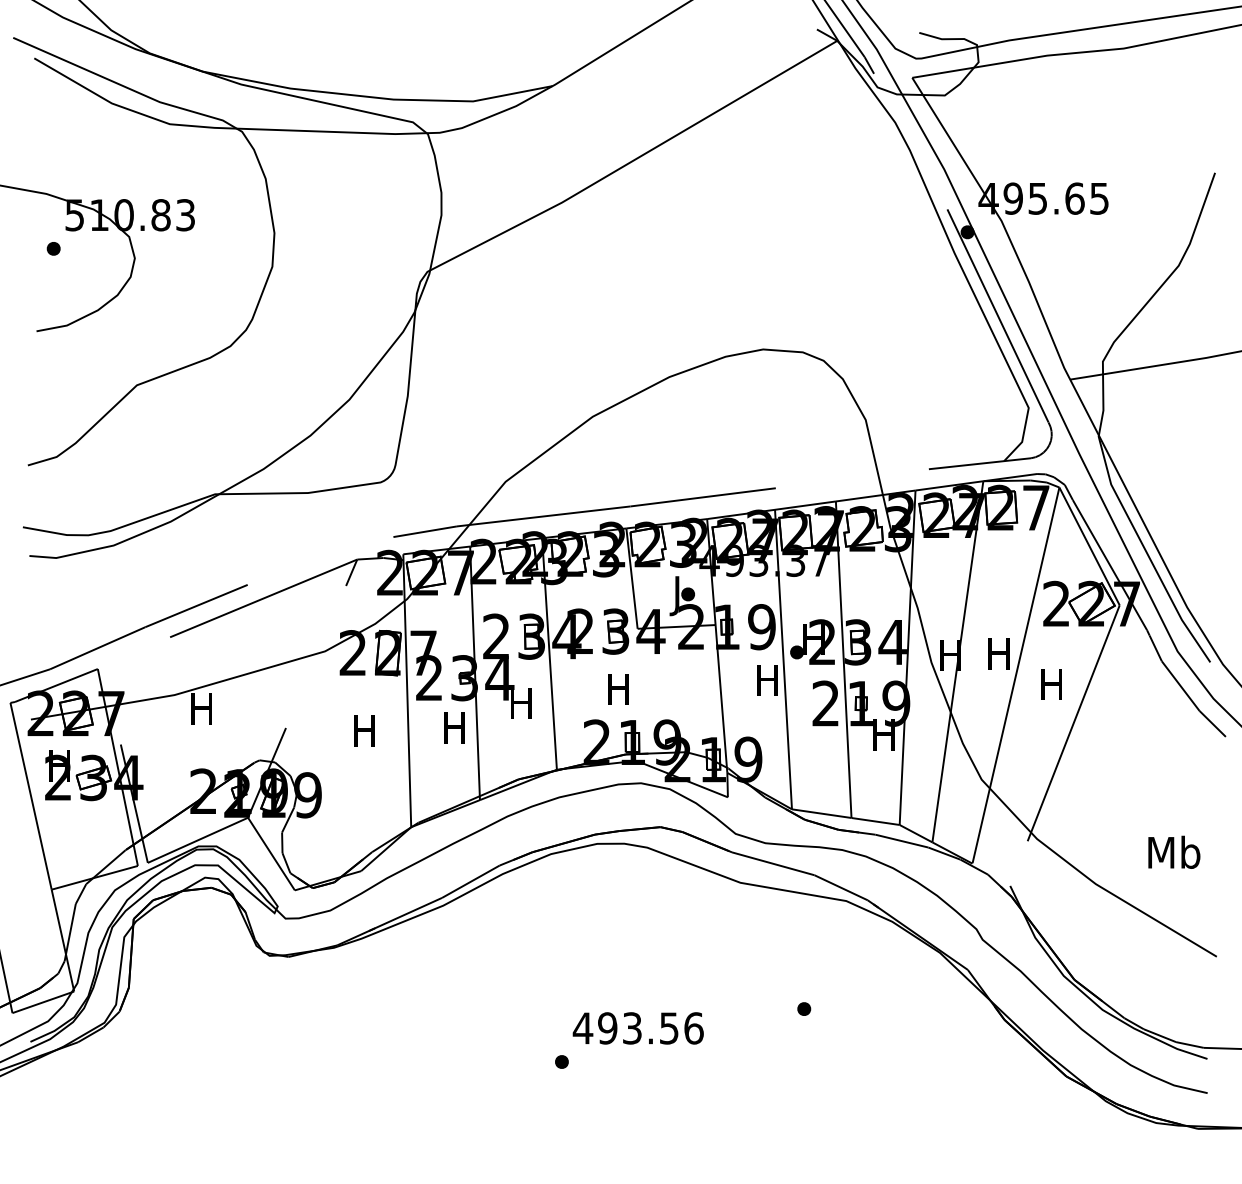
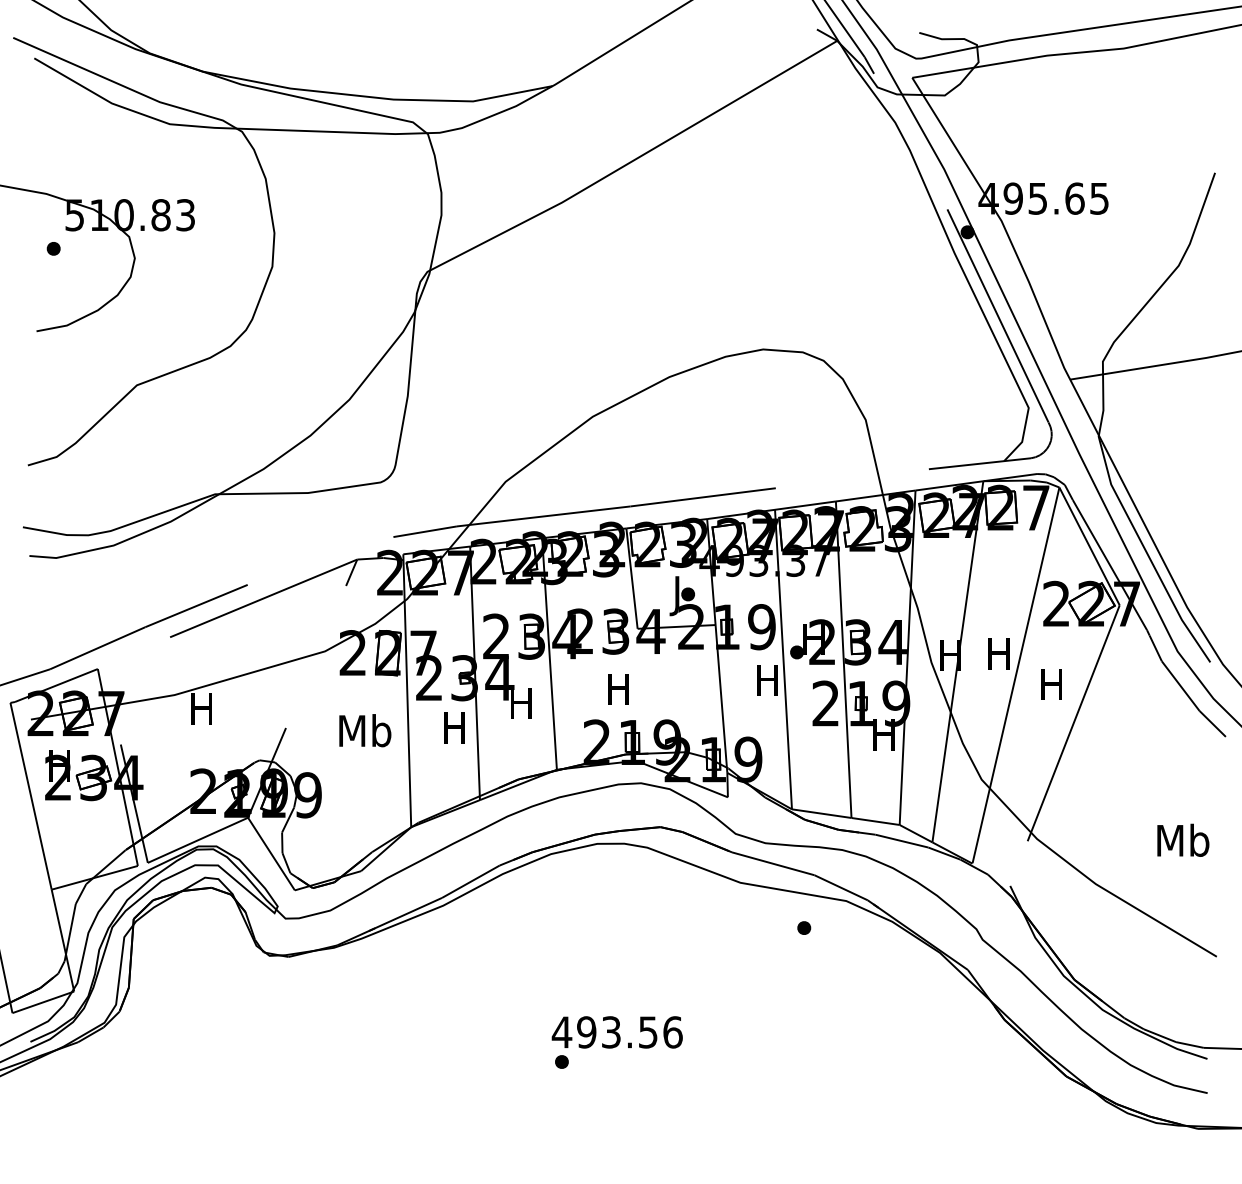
text at (365, 730): H -> Mb
text at (1174, 851) position: (1174, 851) -> (1183, 839)
part at (804, 1008) position: (804, 1008) -> (804, 927)
text at (637, 1028) position: (637, 1028) -> (616, 1032)
